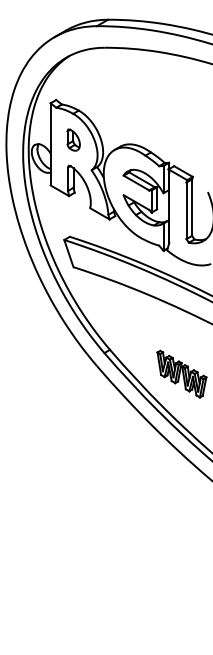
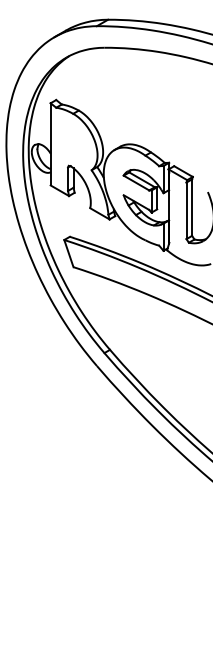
part at (73, 139): present -> none
part at (181, 373): present -> none
